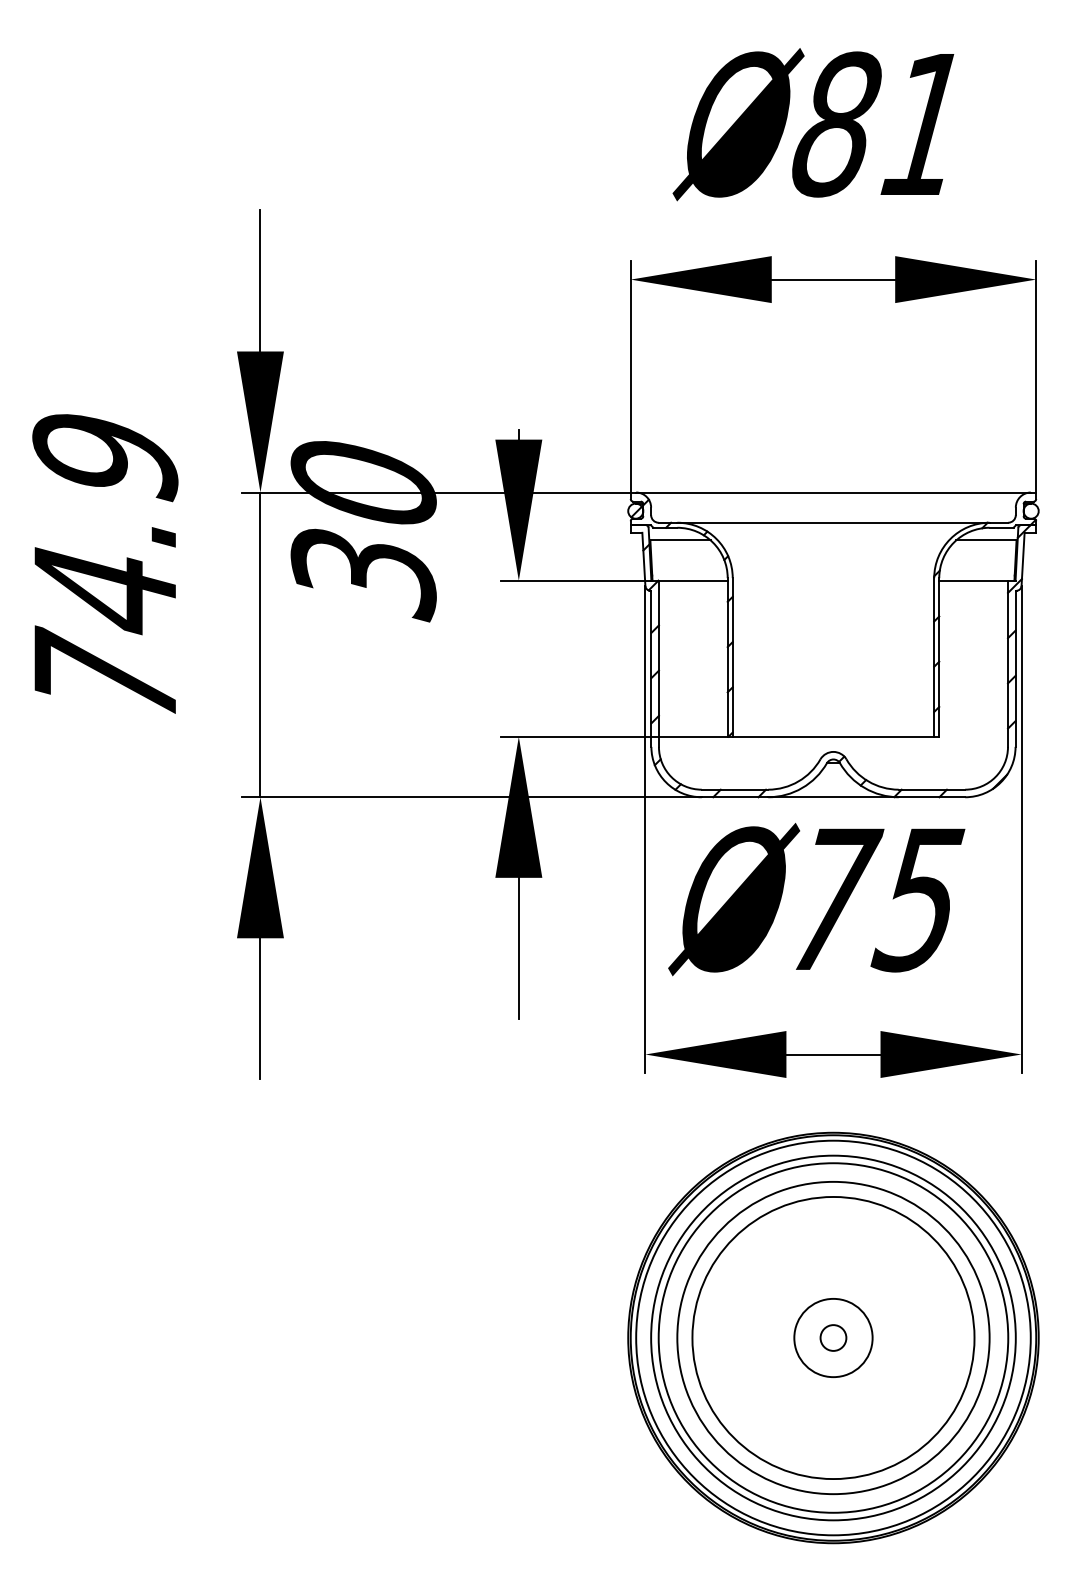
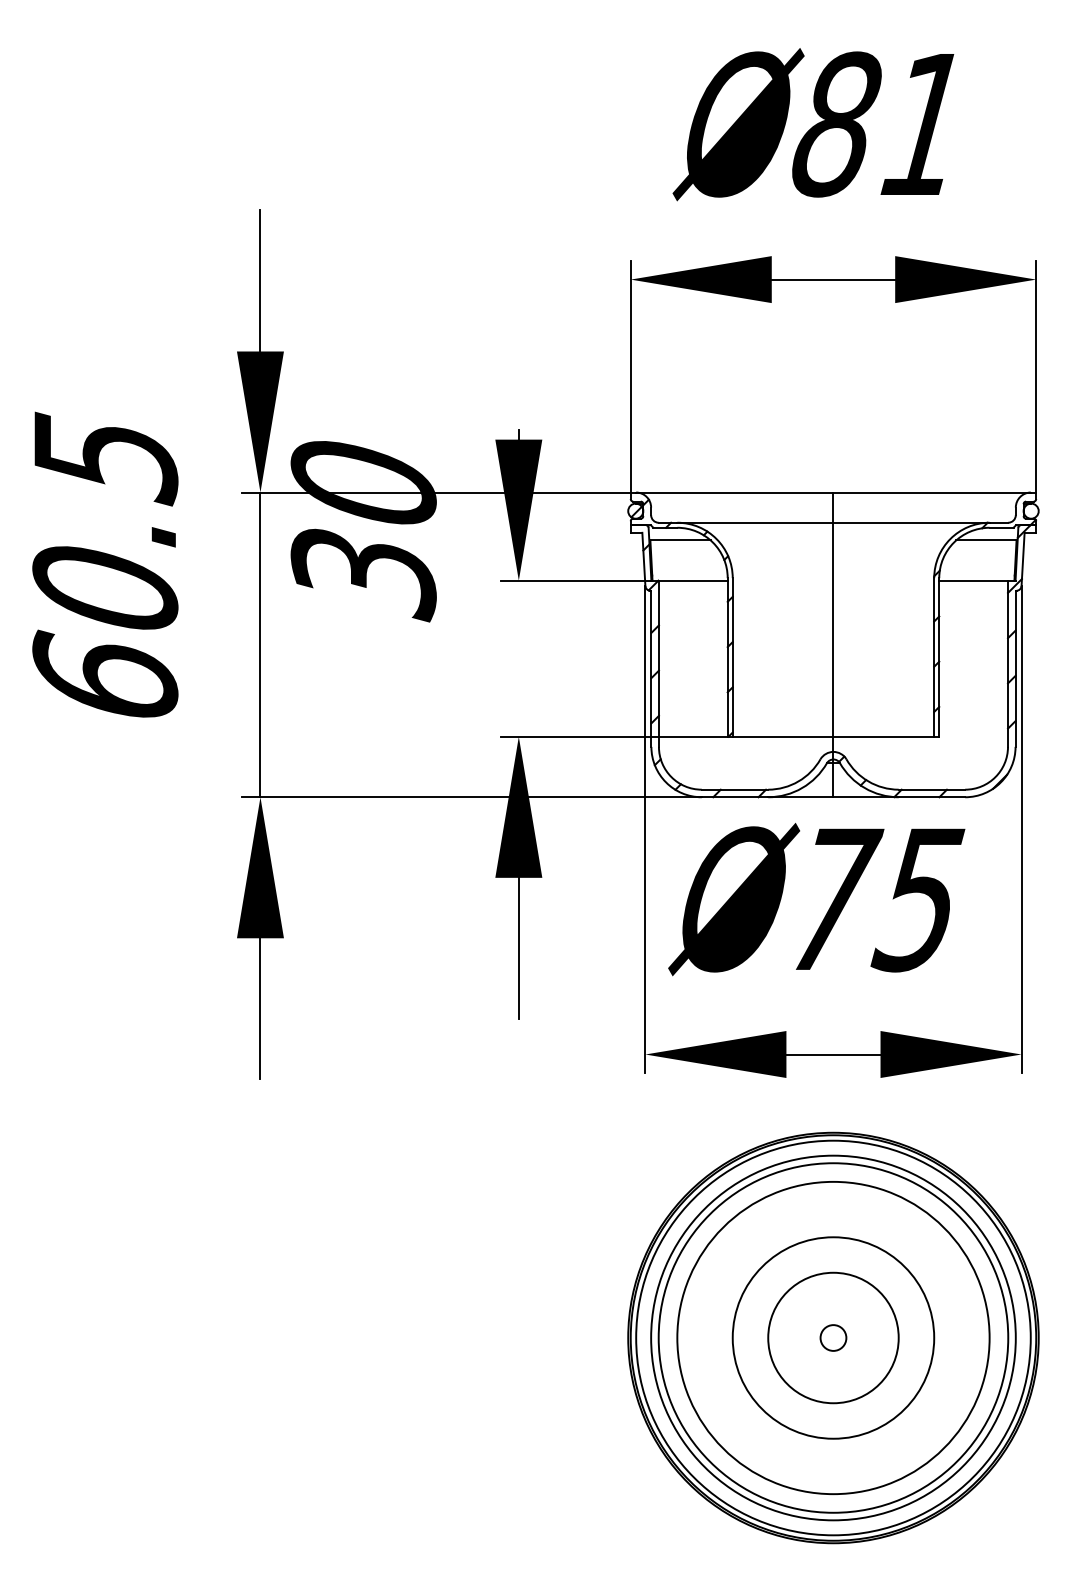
text at (105, 564): 74.9 -> 60.5
line at (833, 644): none -> present
circle at (833, 1337) diameter: 282 px -> 201 px
circle at (833, 1337) diameter: 78 px -> 130 px
